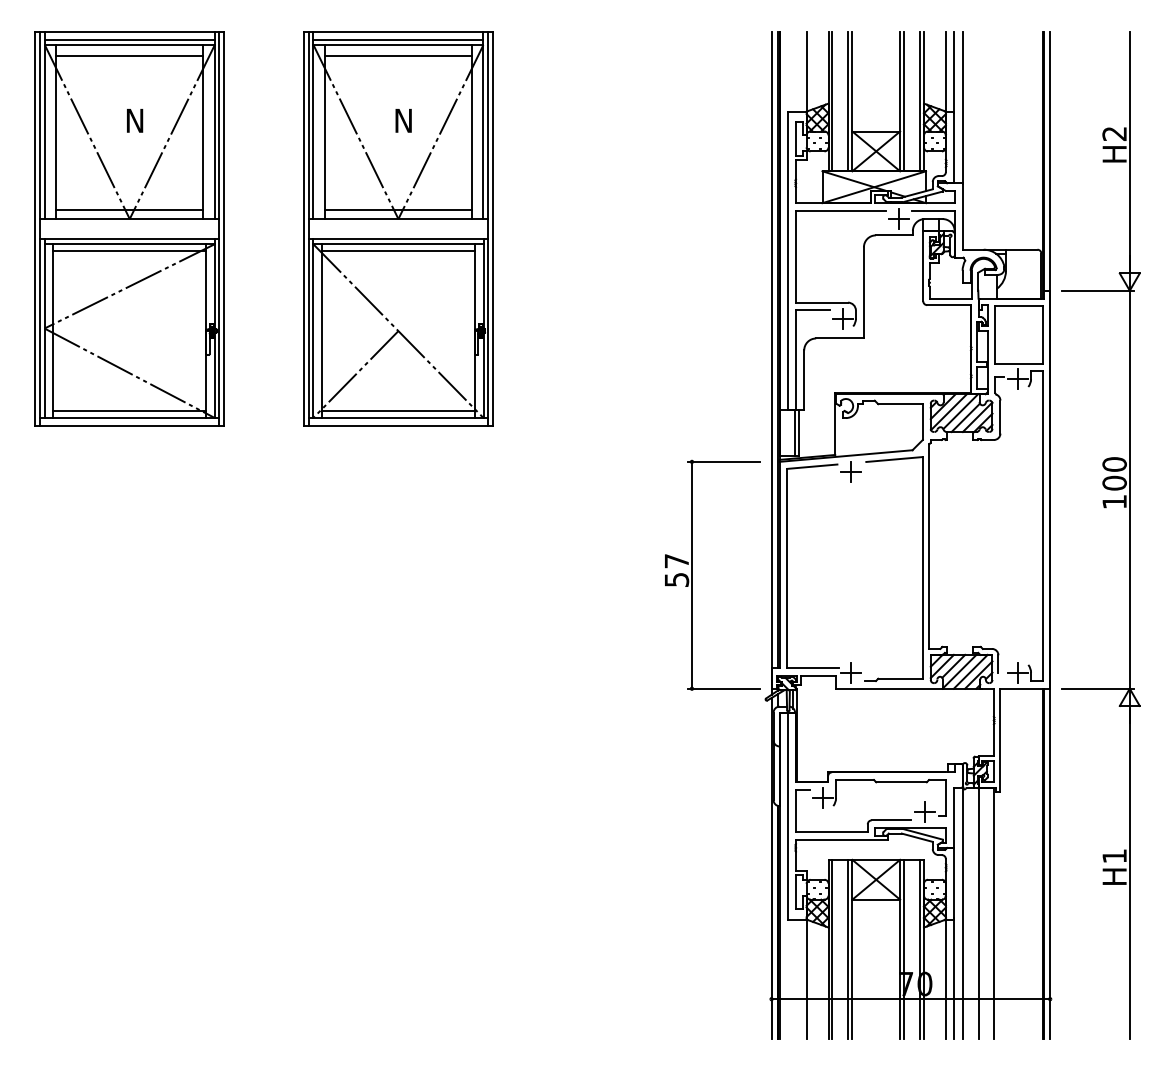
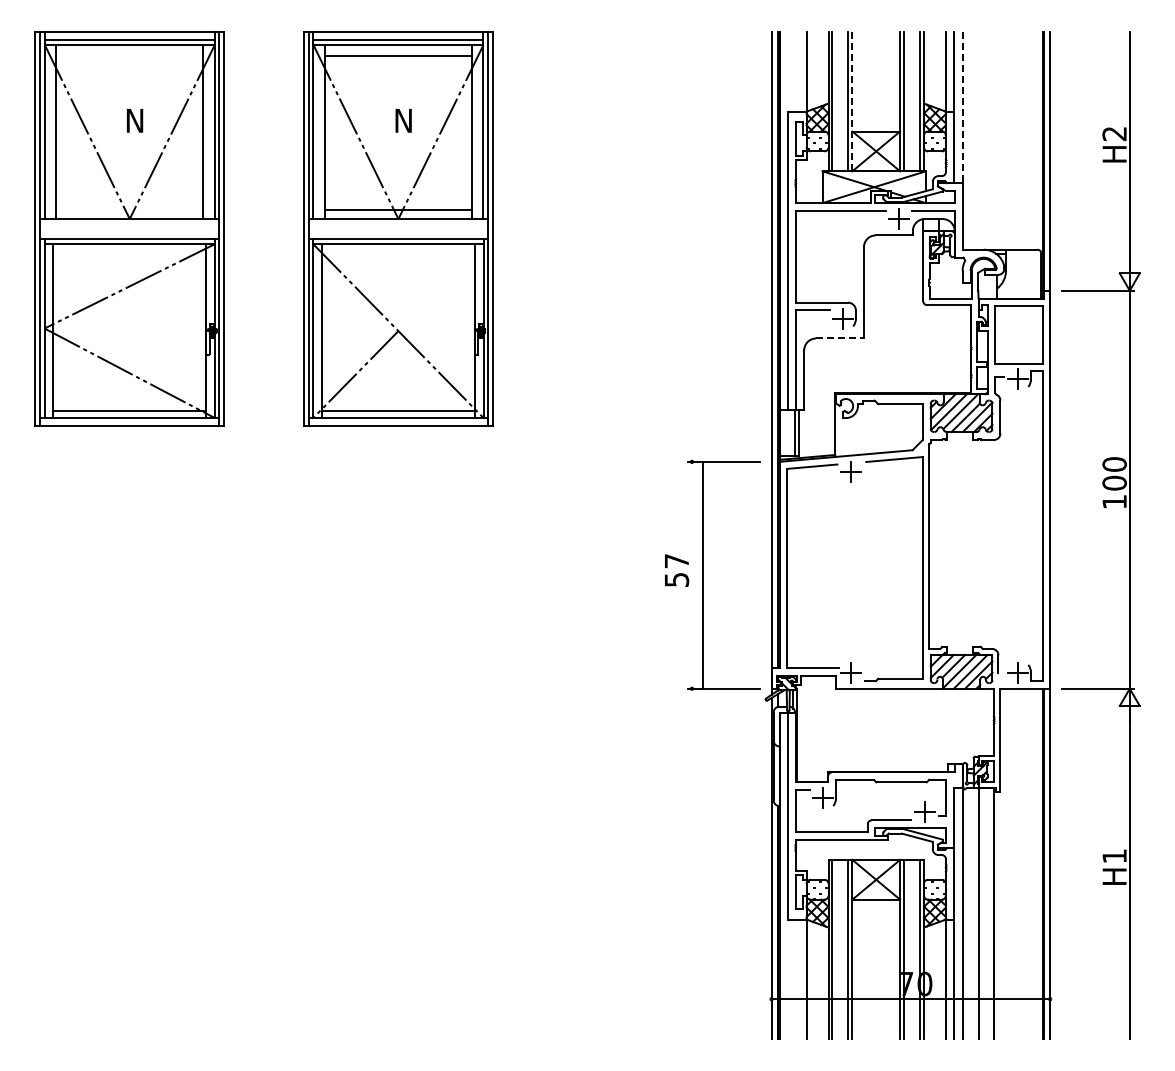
line at (129, 55): present -> none
line at (852, 101): solid -> dashed
line at (962, 108): solid -> dashed
line at (129, 210): present -> none
line at (129, 250): present -> none
line at (398, 250): present -> none
line at (840, 338): solid -> dashed
line at (691, 574) position: (691, 574) -> (702, 574)
